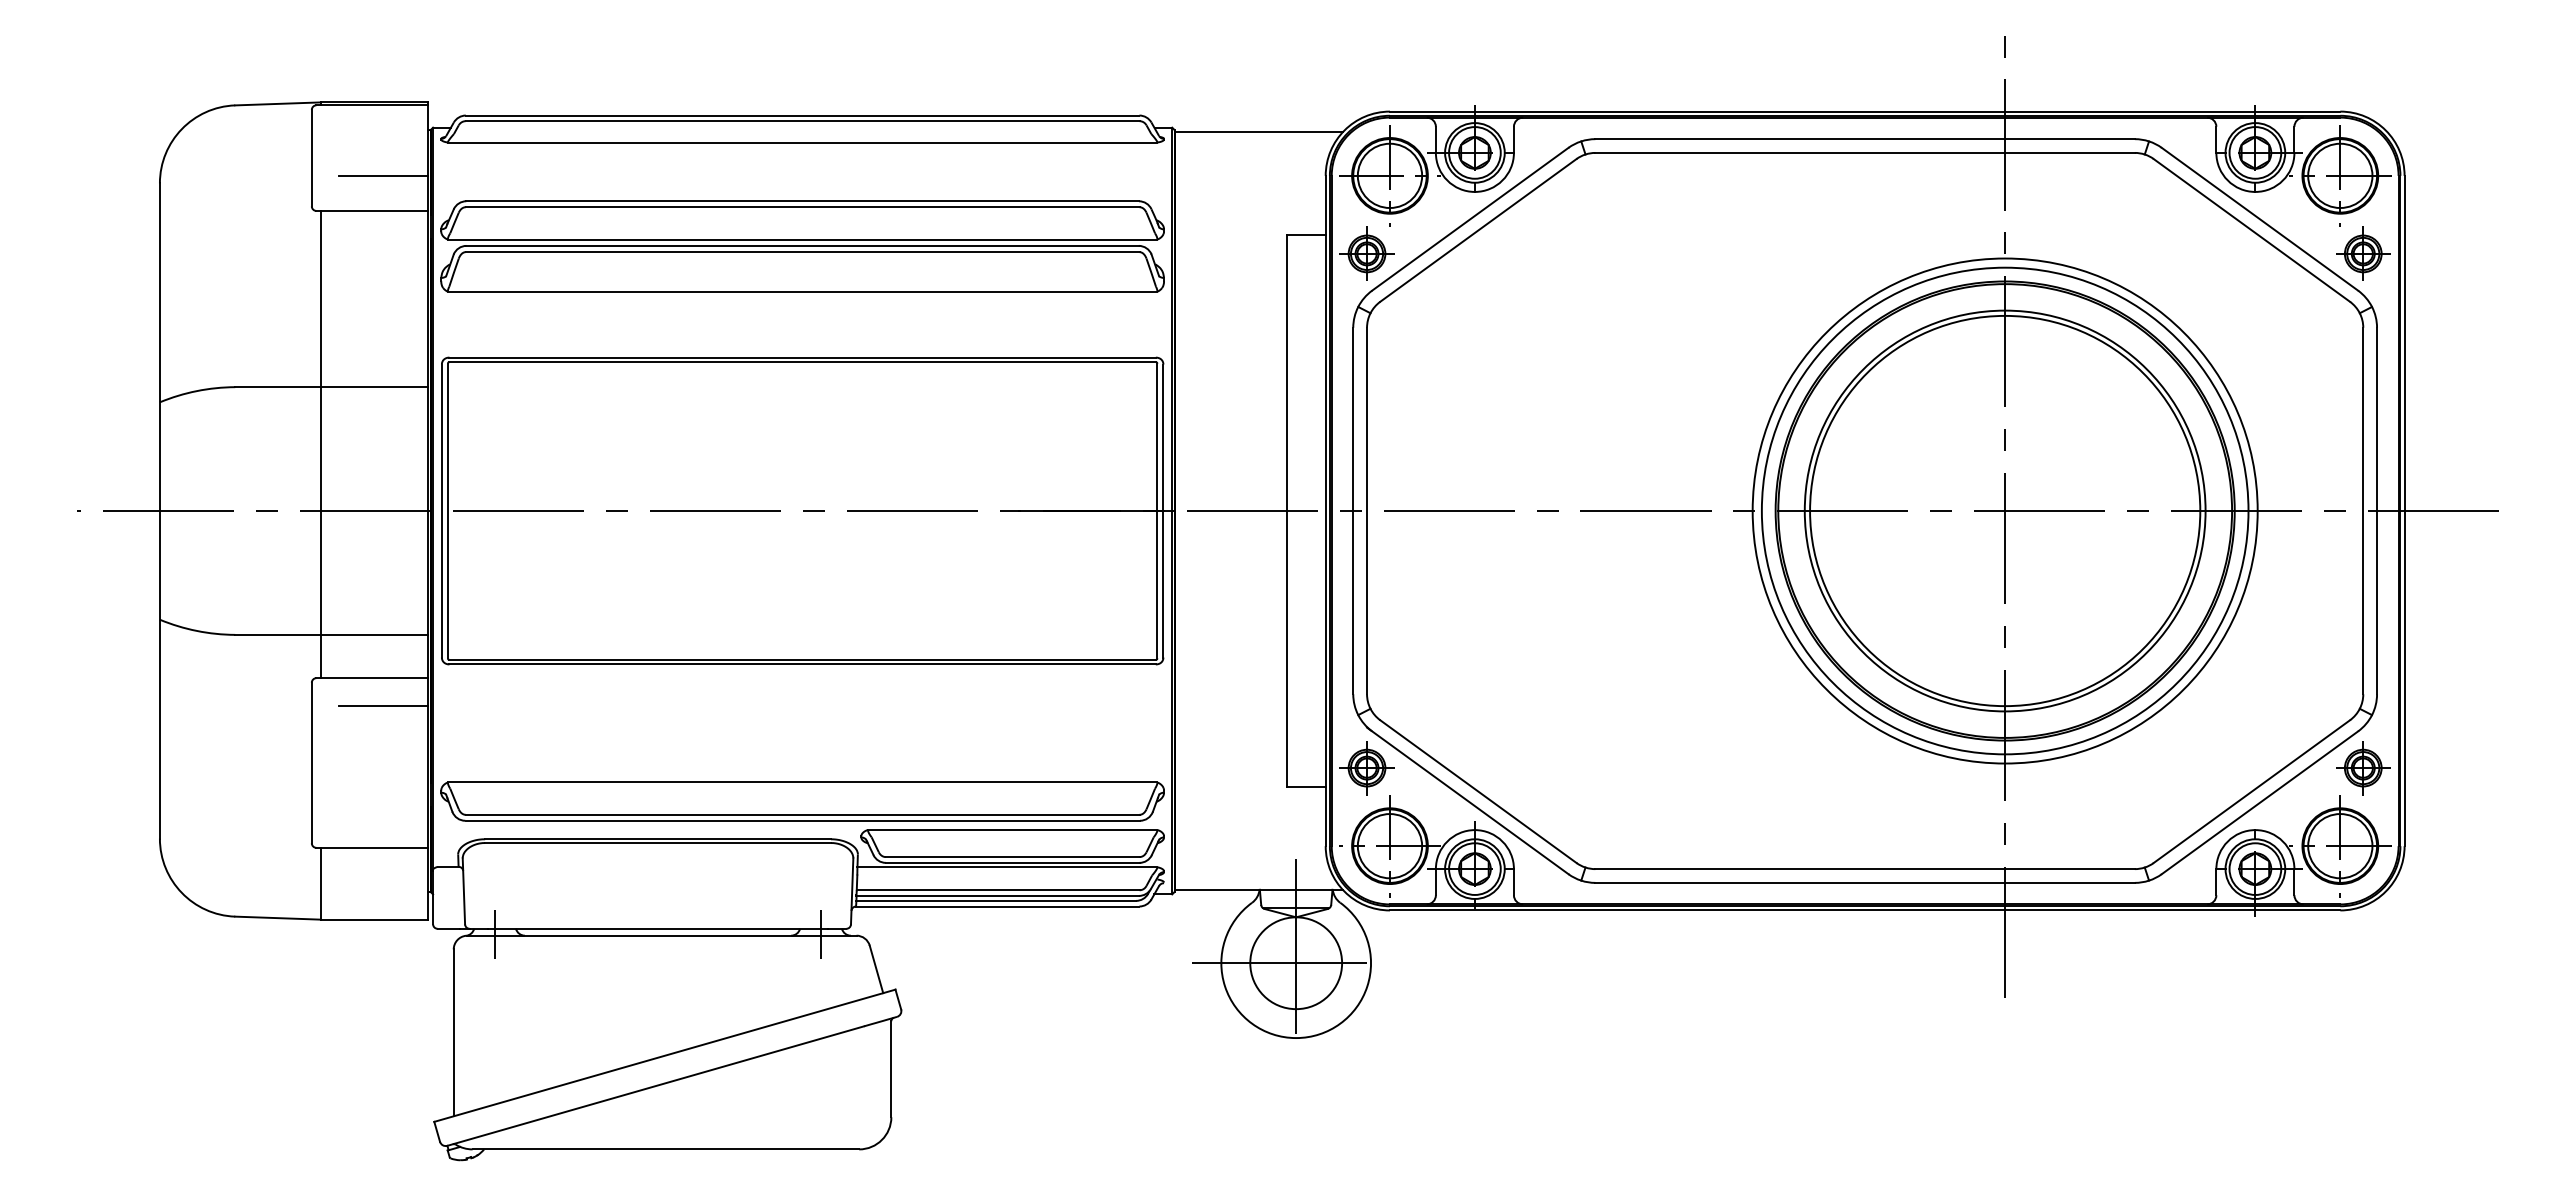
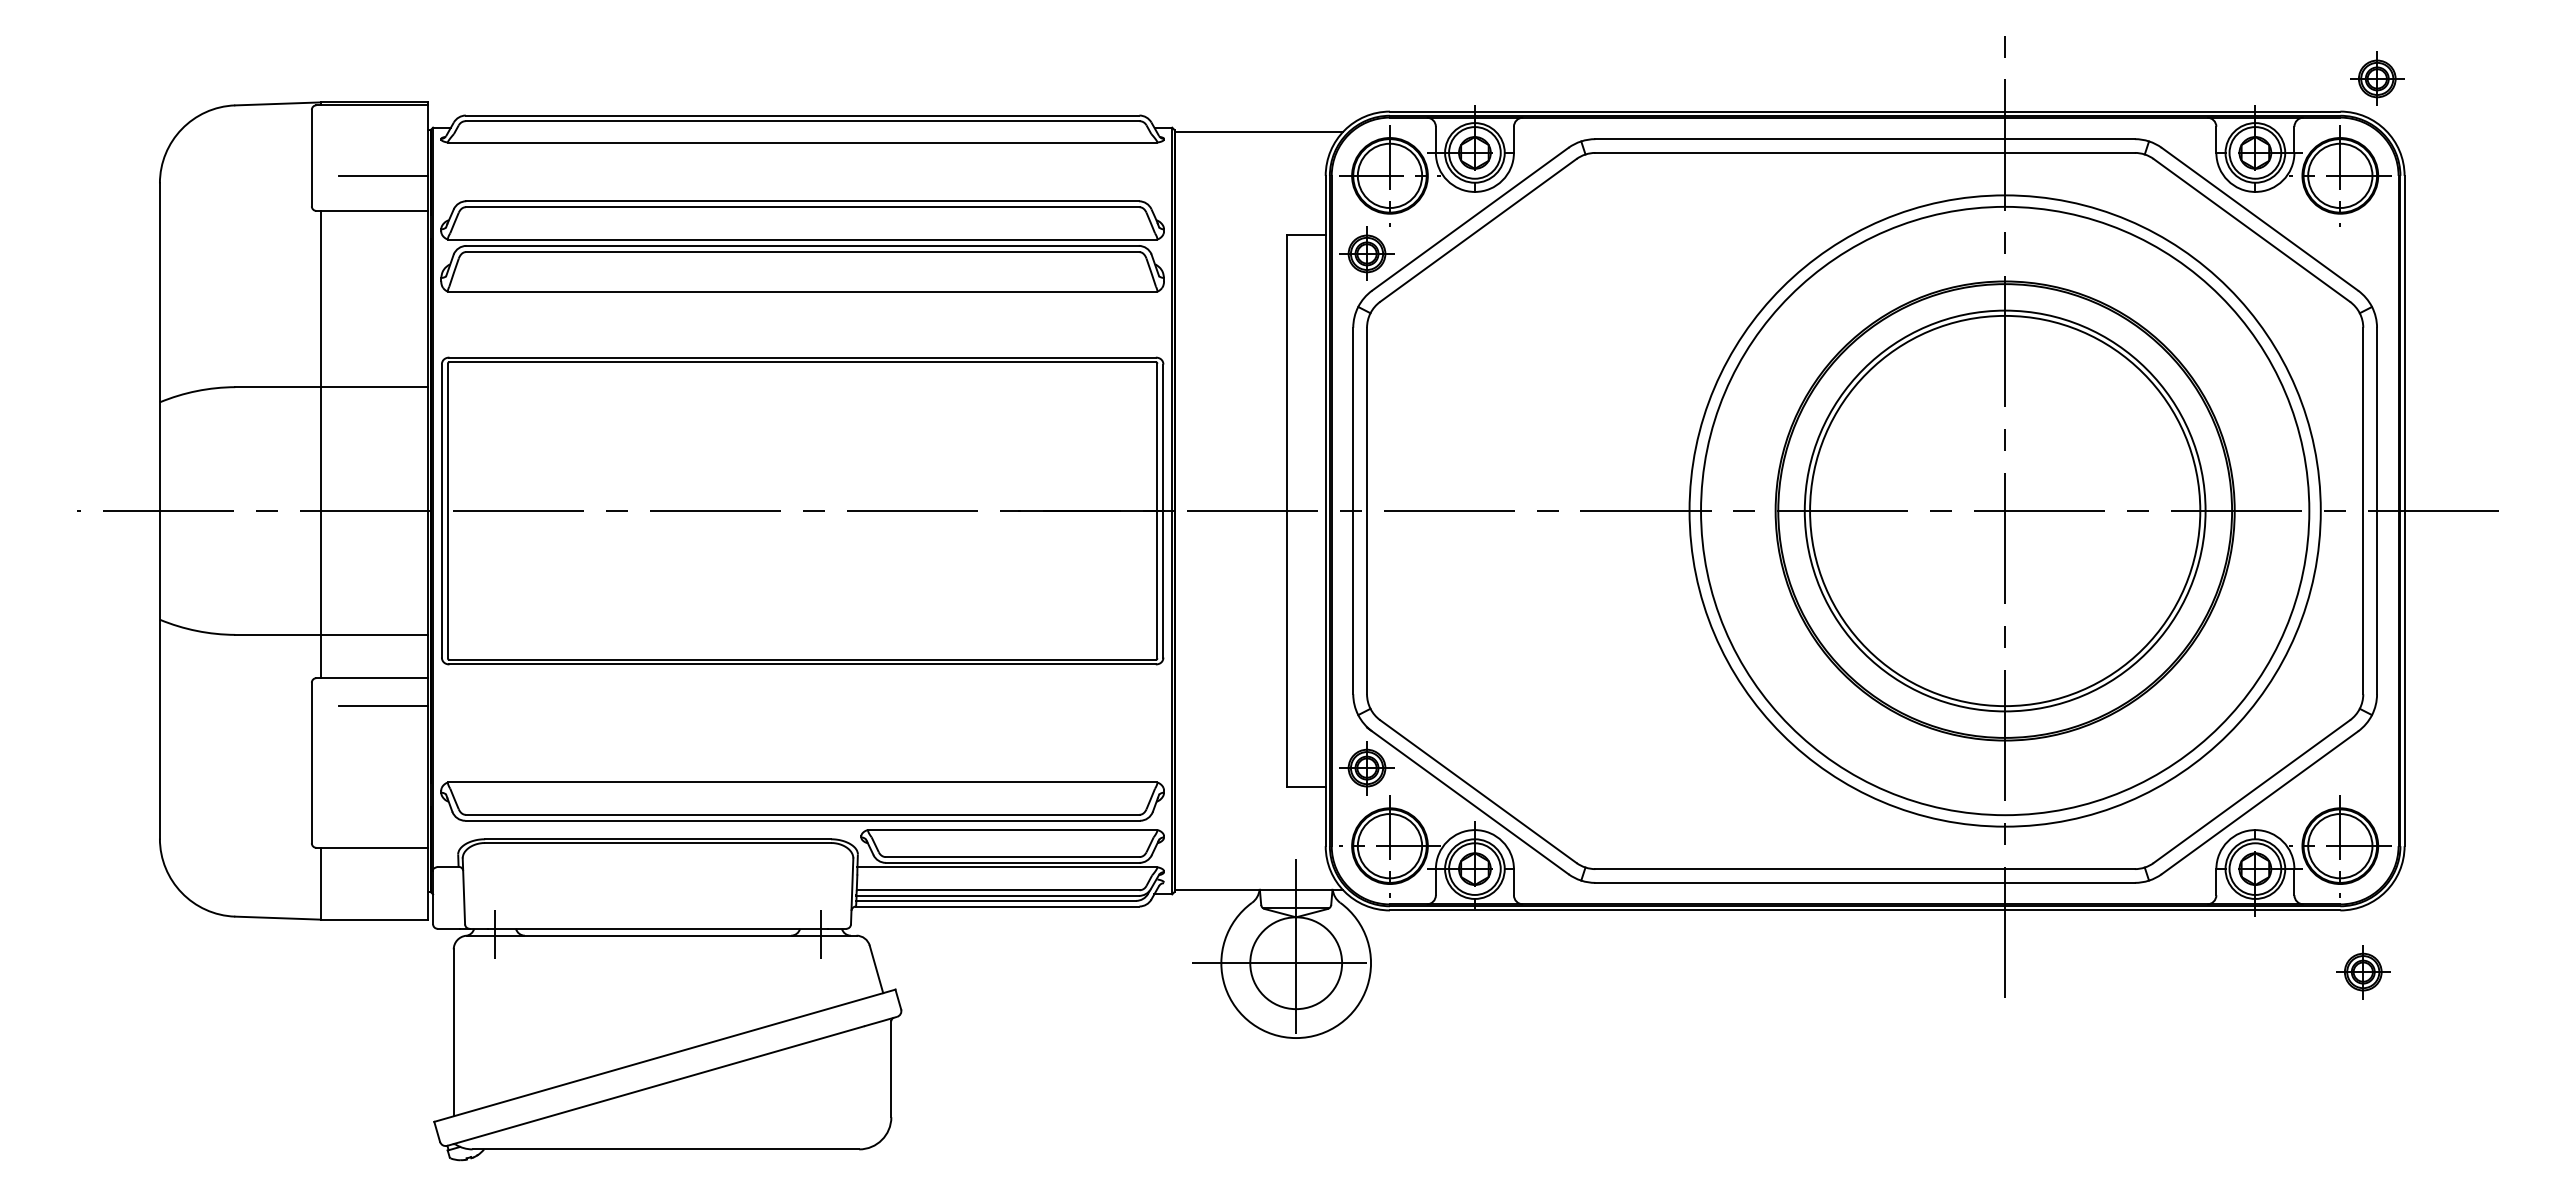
part at (2363, 253) position: (2363, 253) -> (2377, 78)
circle at (2004, 510) diameter: 487 px -> 608 px
circle at (2004, 510) diameter: 505 px -> 631 px
part at (2363, 768) position: (2363, 768) -> (2363, 972)
